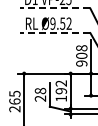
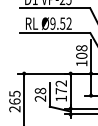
line at (54, 8): dashed -> solid
line at (54, 33): dashed -> solid
text at (81, 63): 908 -> 108
text at (61, 91): 192 -> 172
